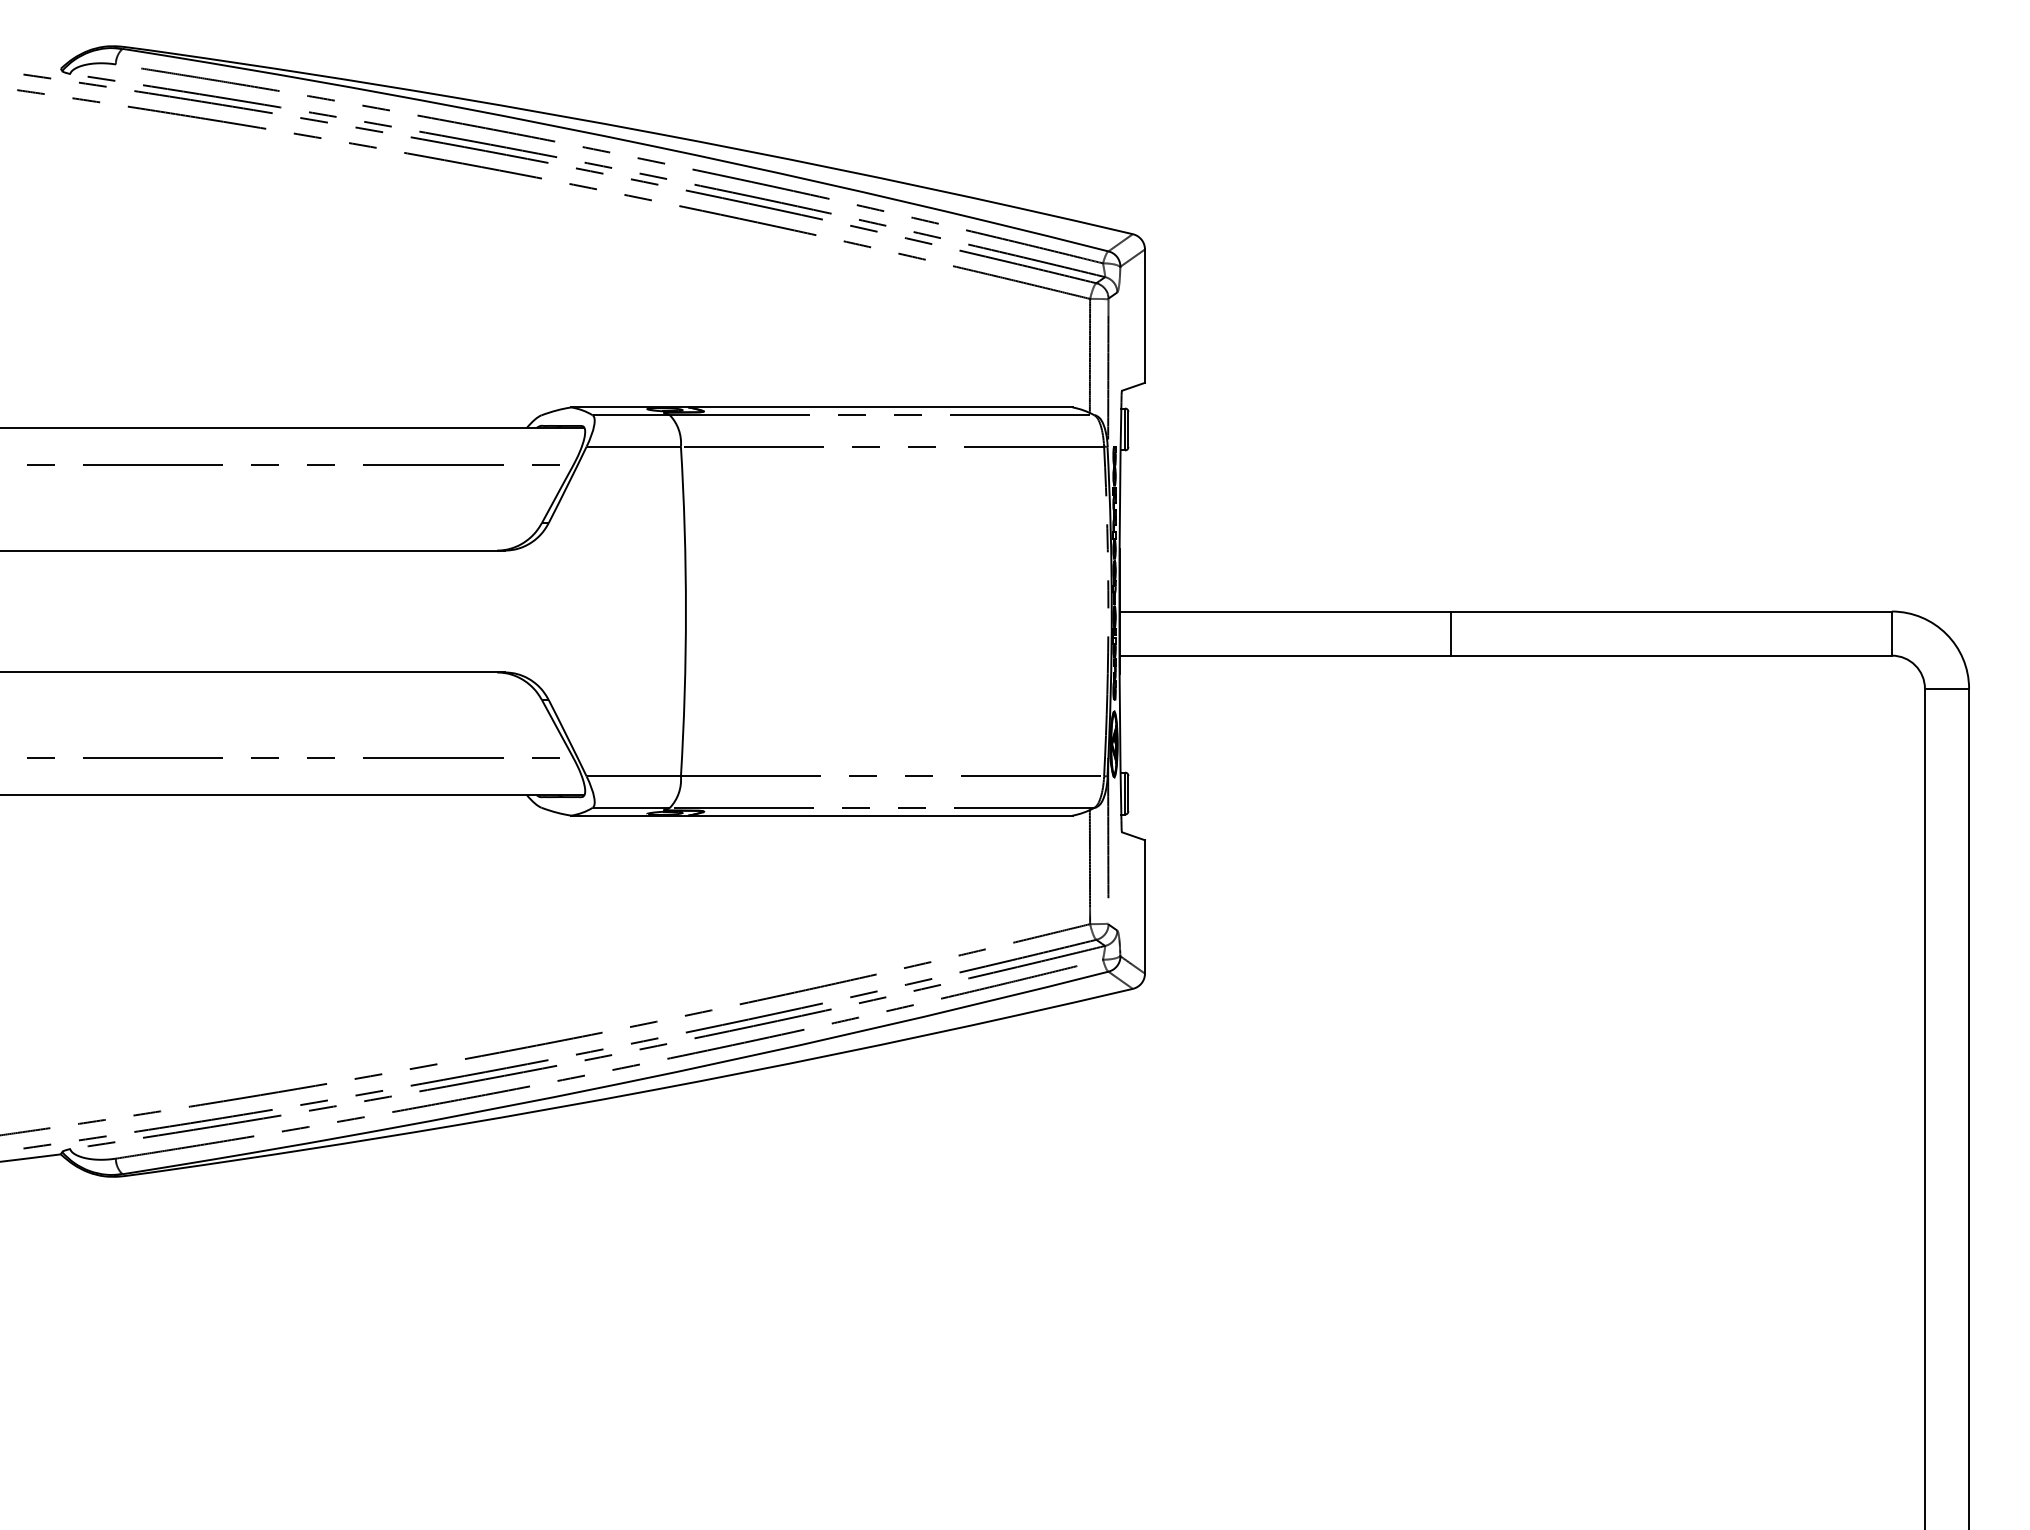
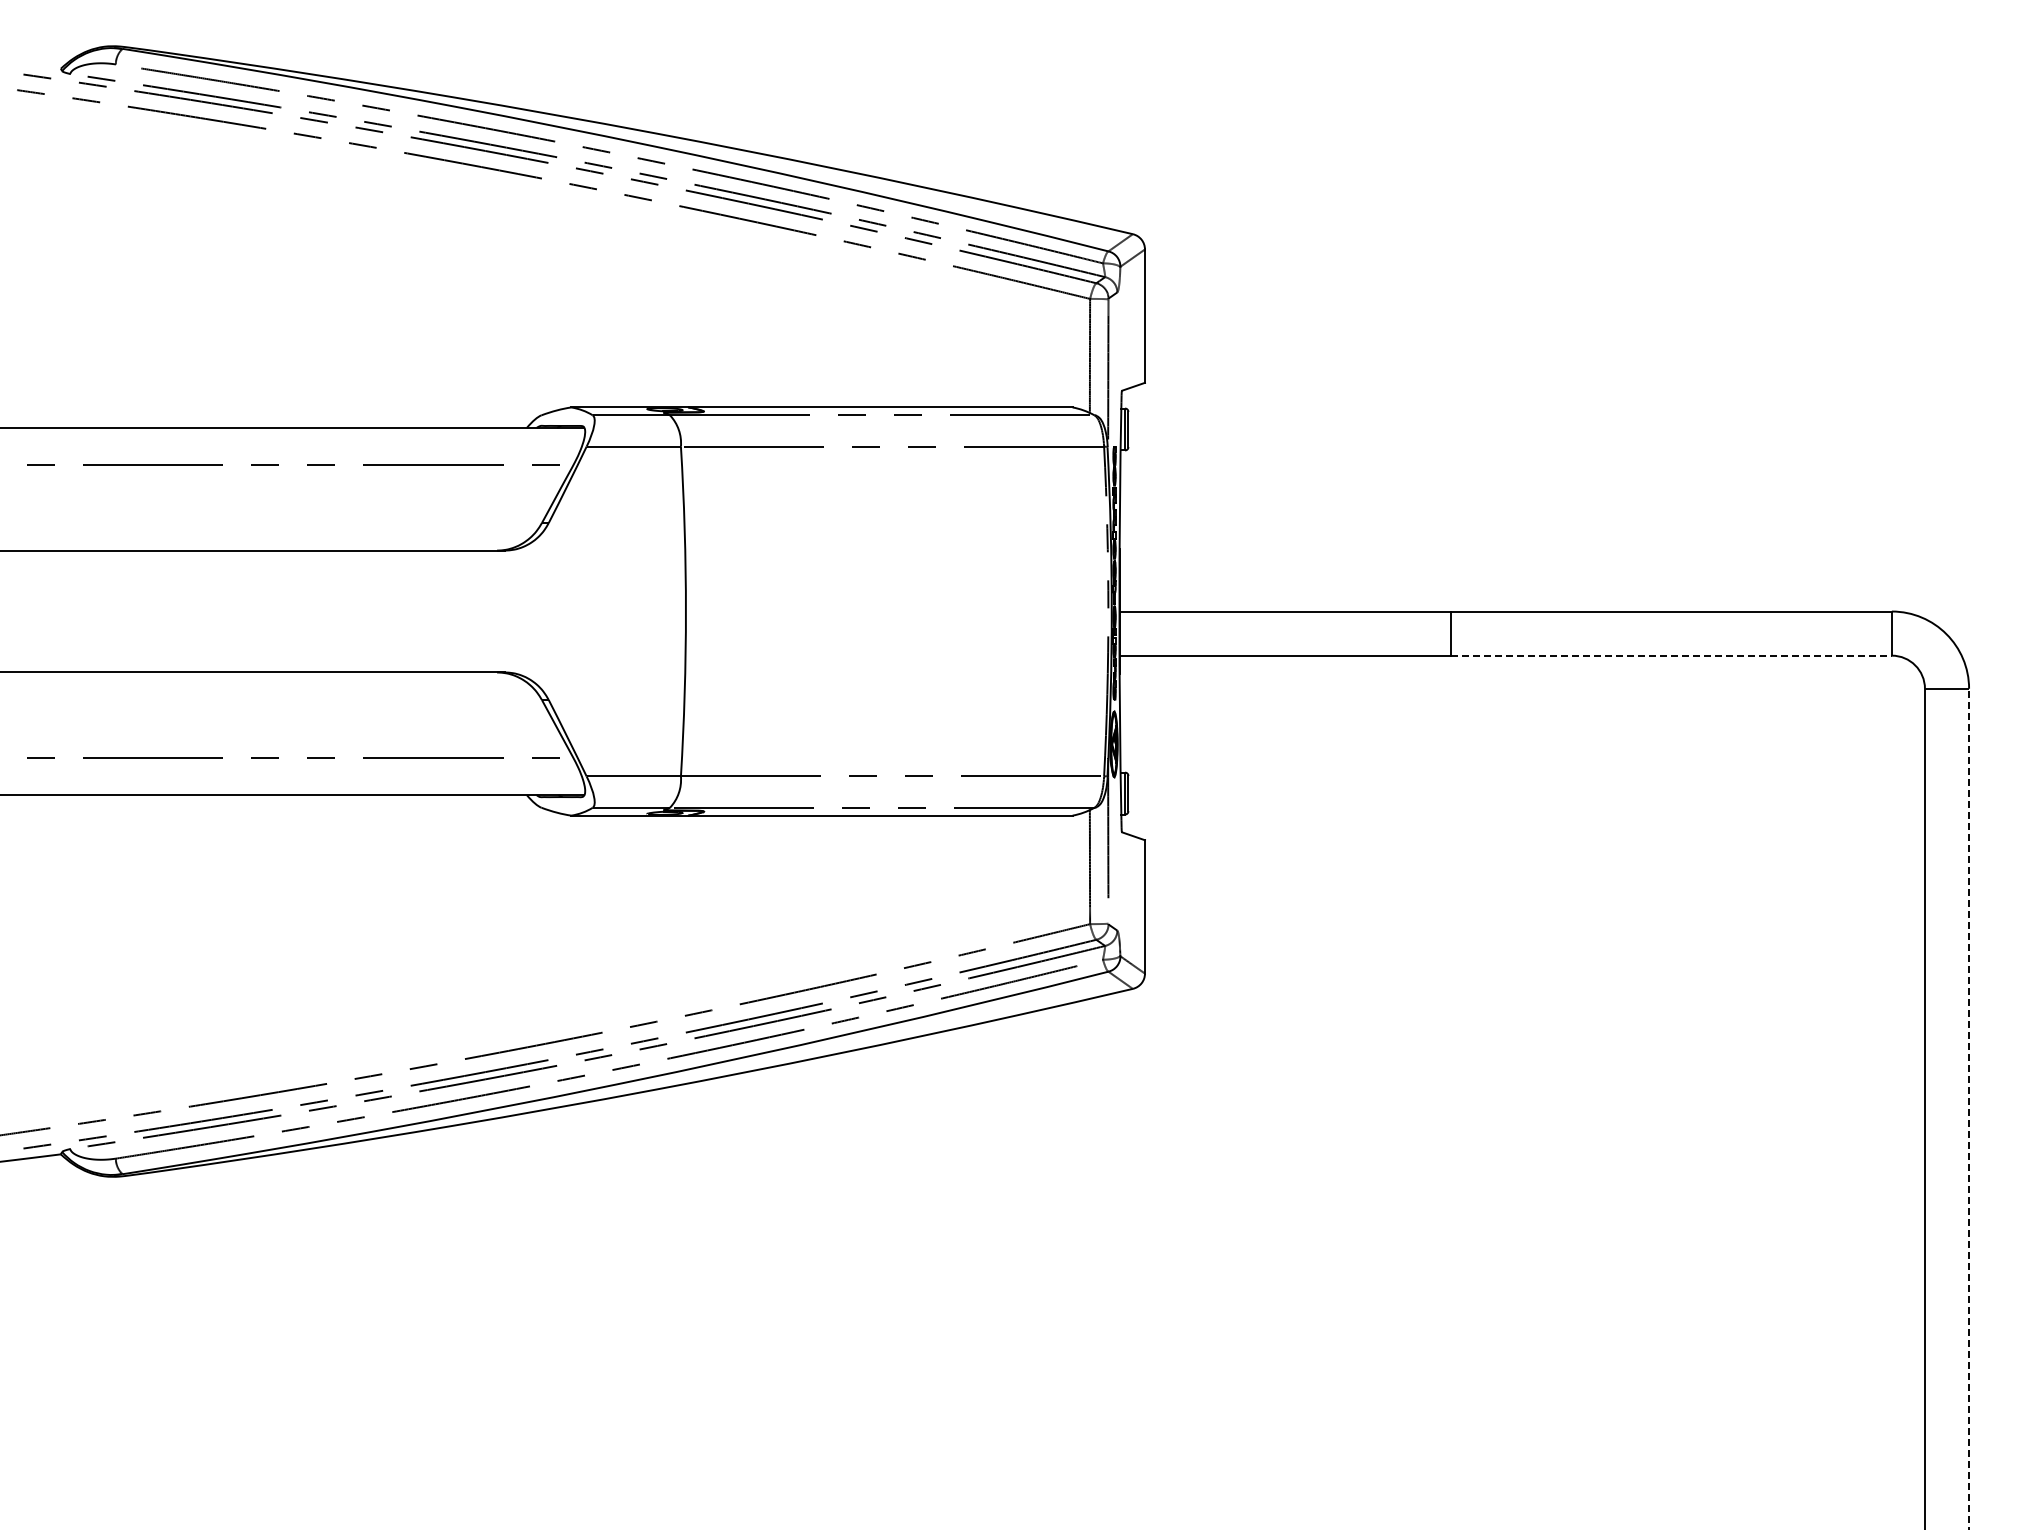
line at (1671, 655): solid -> dashed
line at (1969, 1108): solid -> dashed
